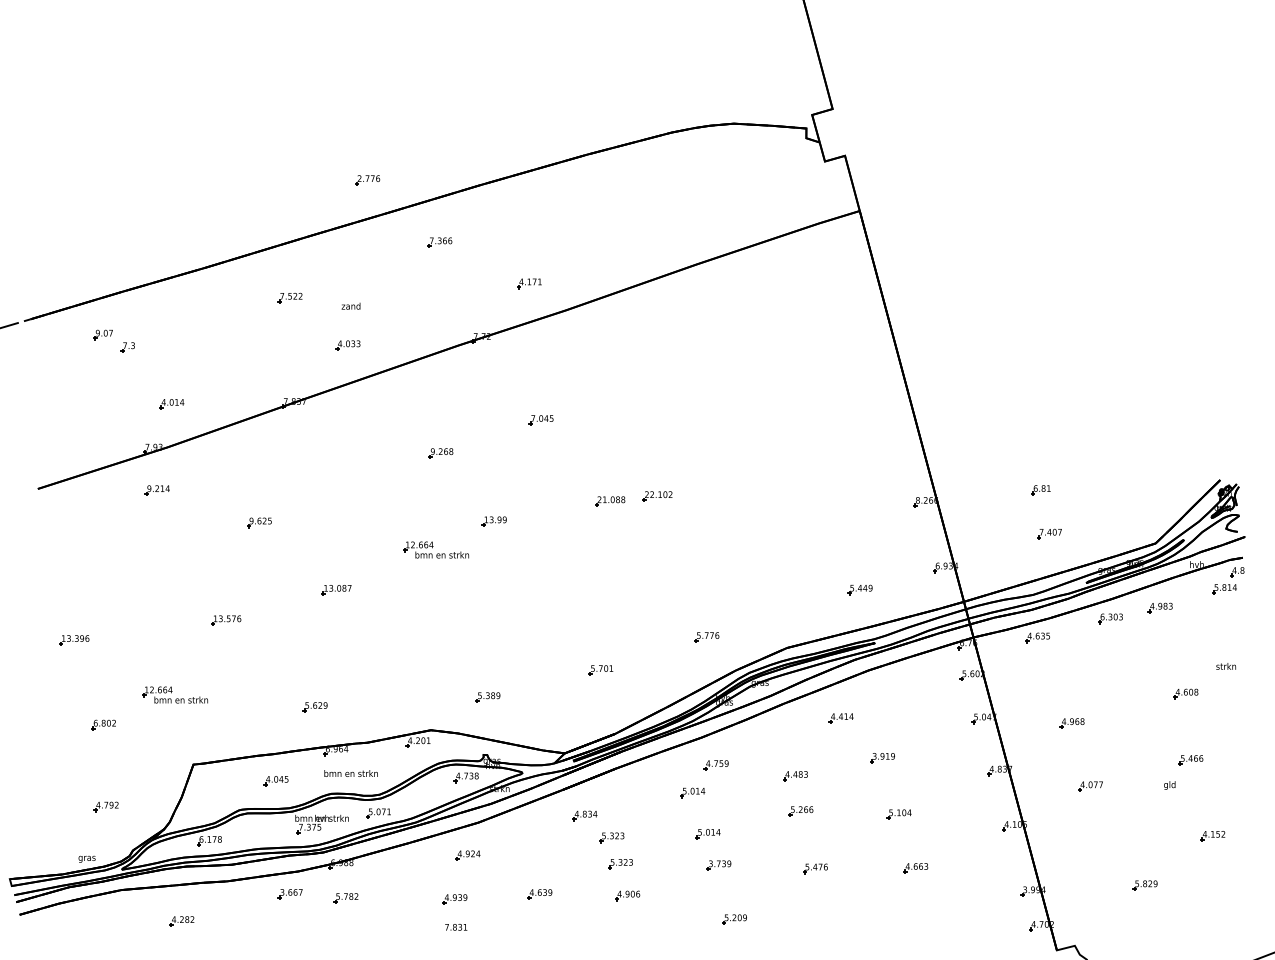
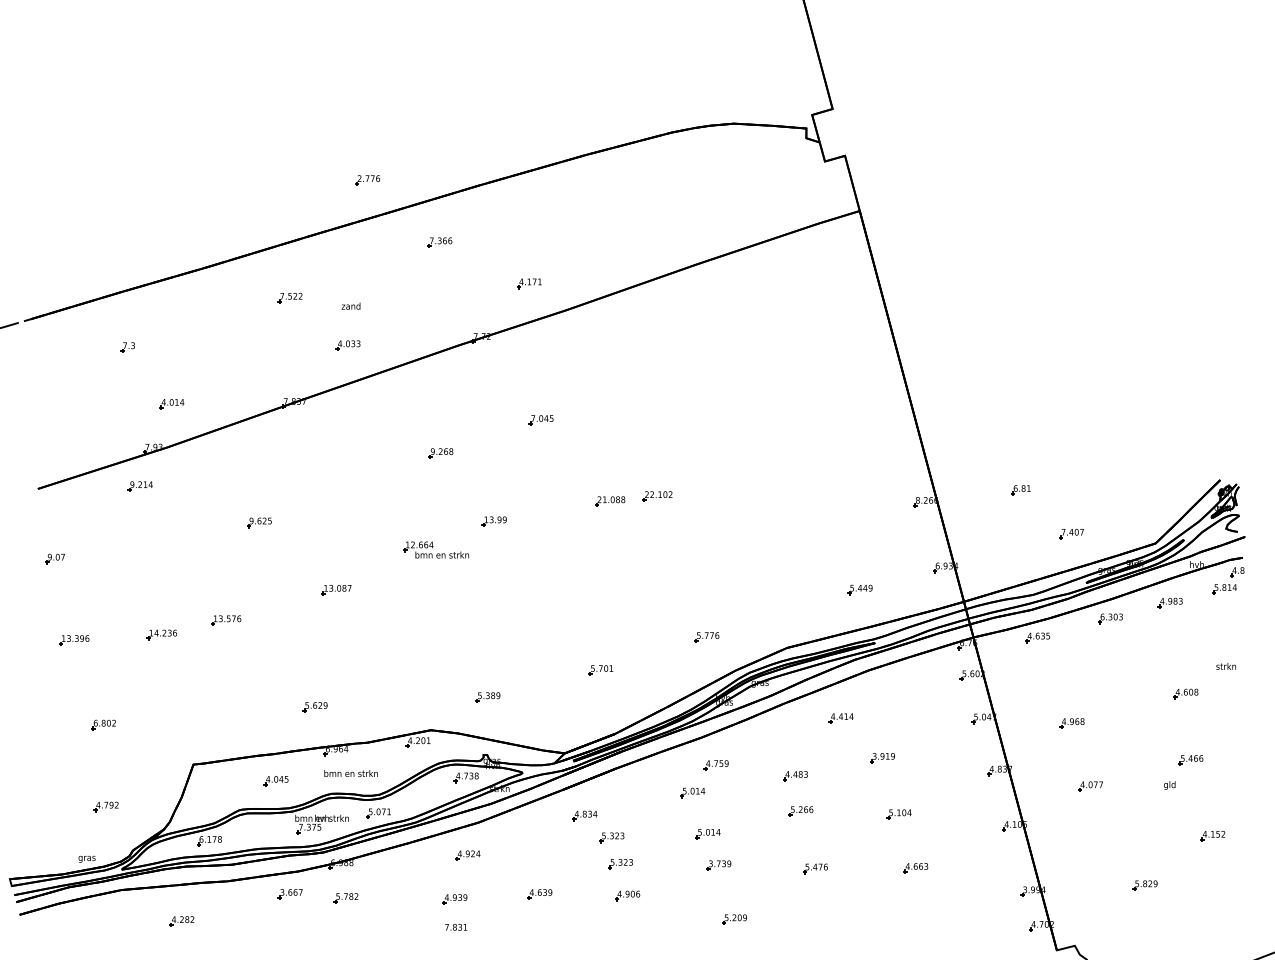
part at (102, 334) position: (102, 334) -> (54, 558)
part at (156, 490) position: (156, 490) -> (139, 486)
part at (1040, 490) position: (1040, 490) -> (1020, 490)
part at (1049, 533) position: (1049, 533) -> (1071, 533)
part at (1159, 607) position: (1159, 607) -> (1169, 602)
part at (161, 634): none -> present
part at (174, 694): present -> none
